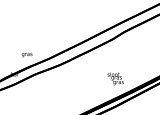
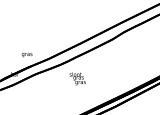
text at (115, 78) position: (115, 78) -> (77, 78)
